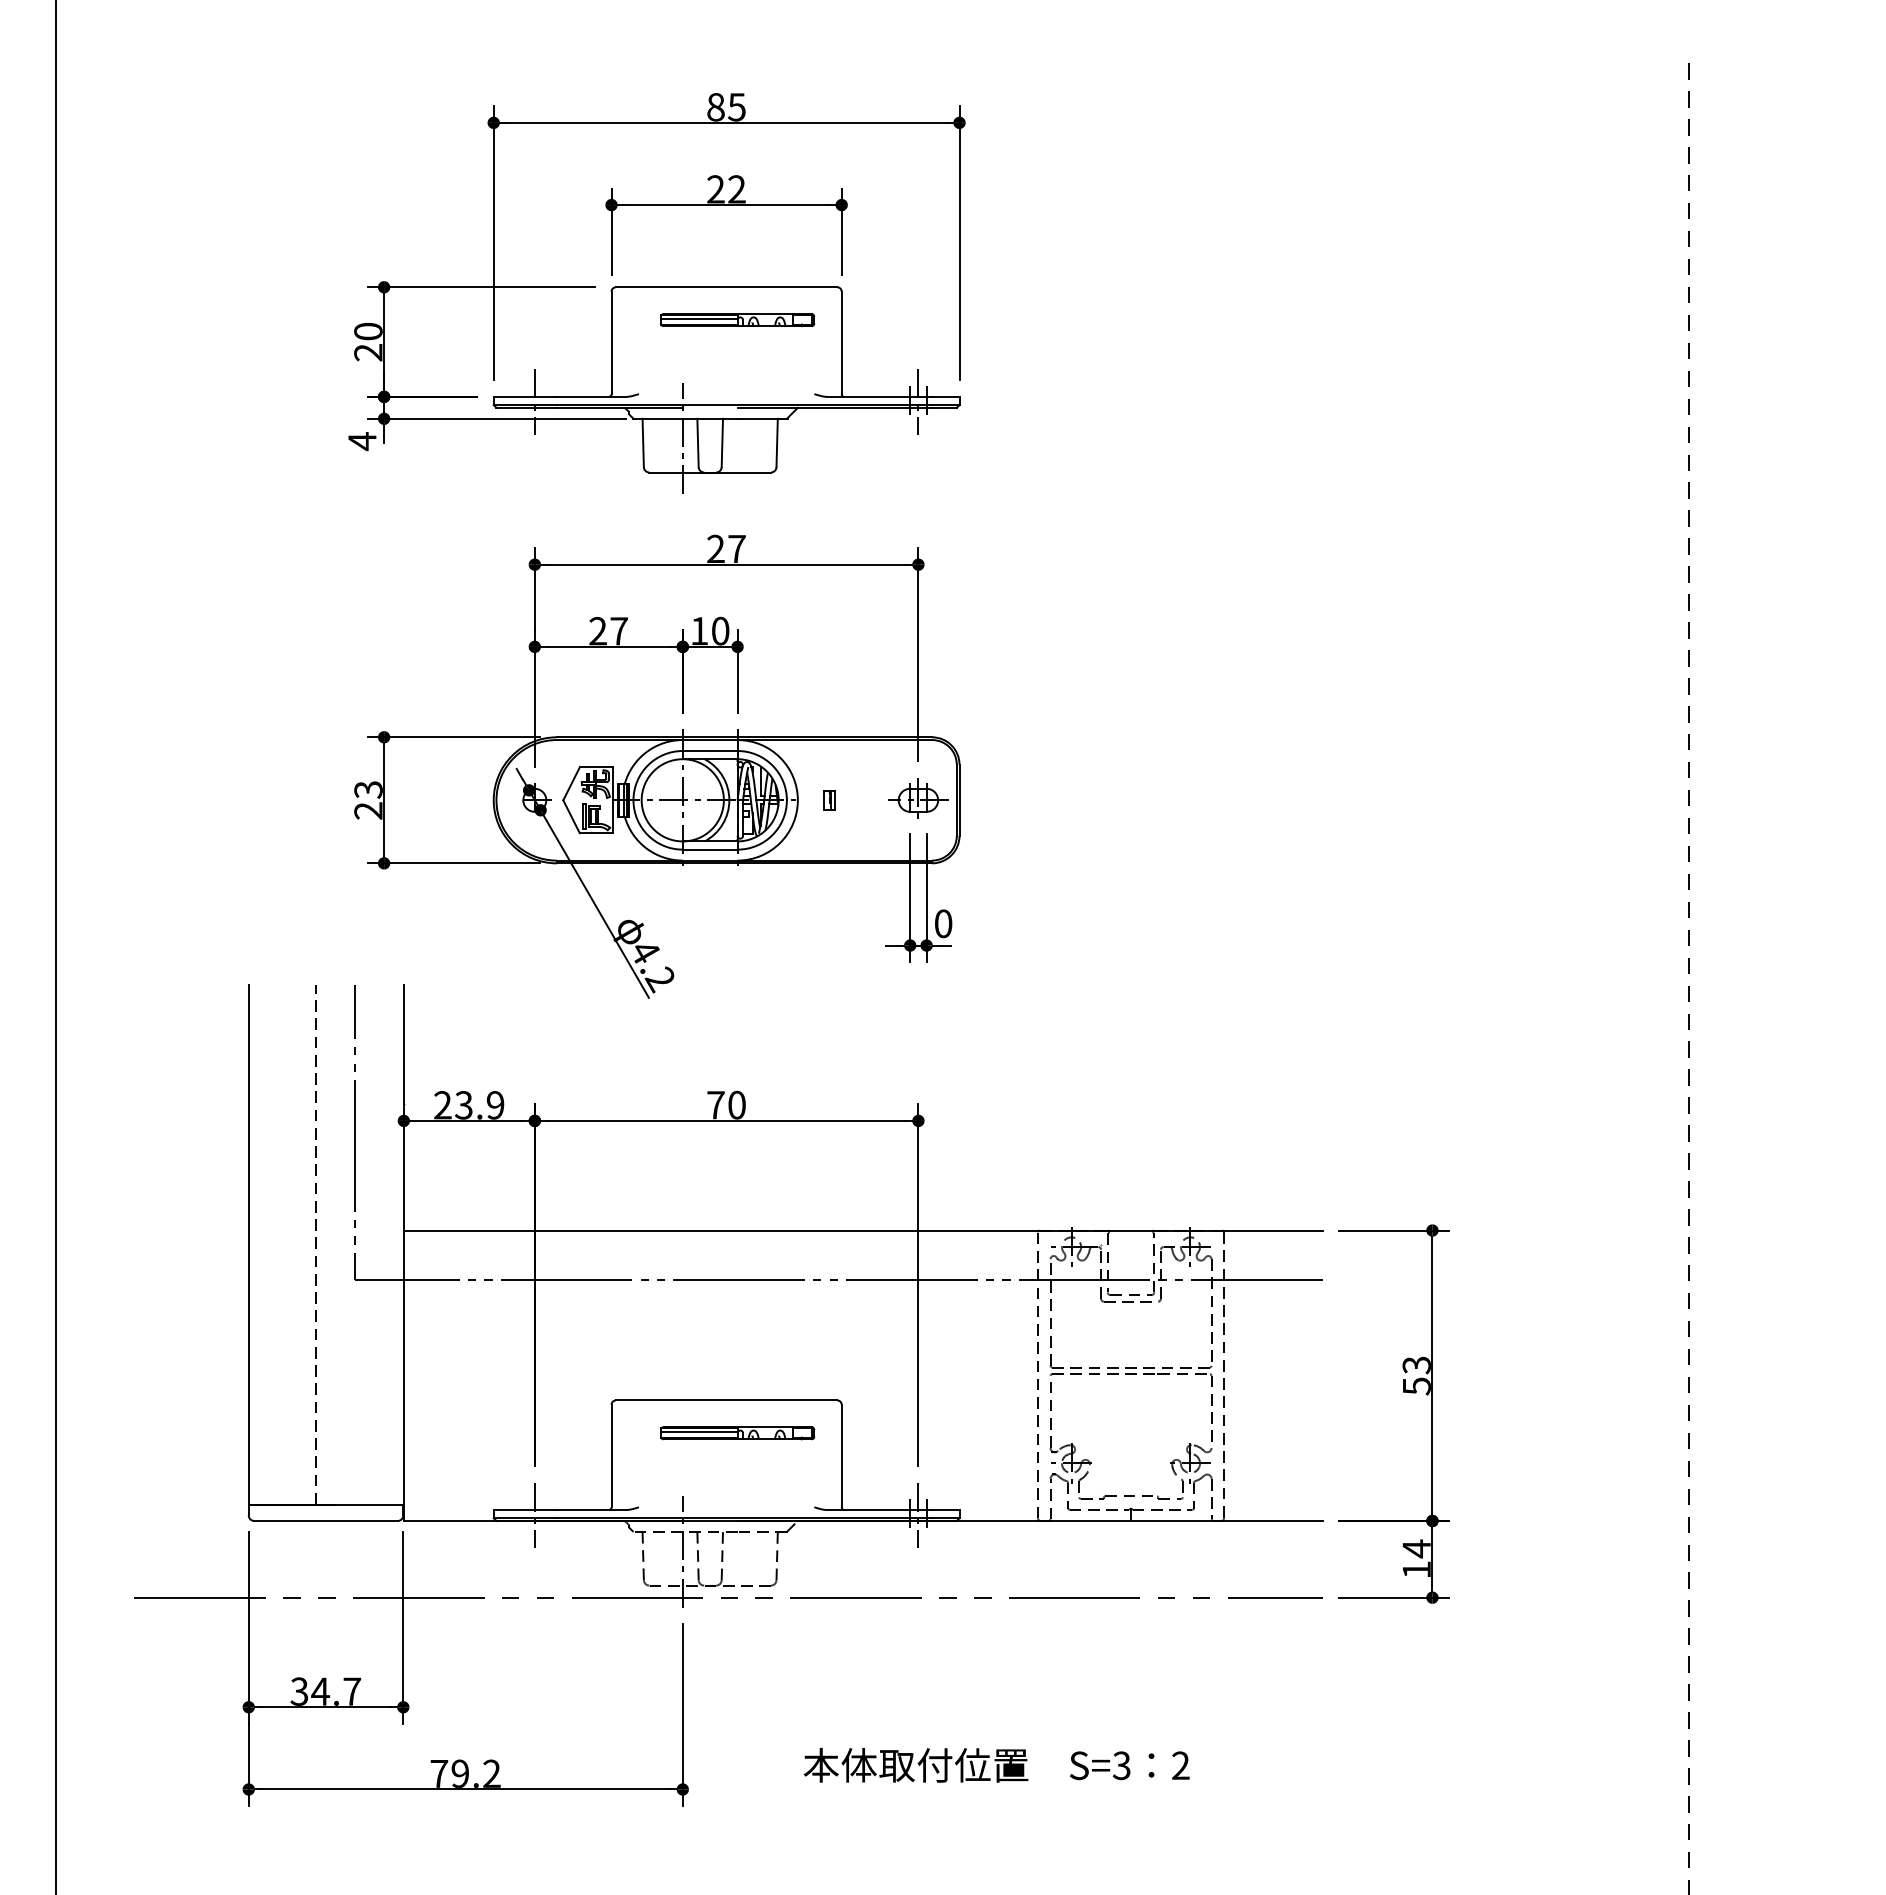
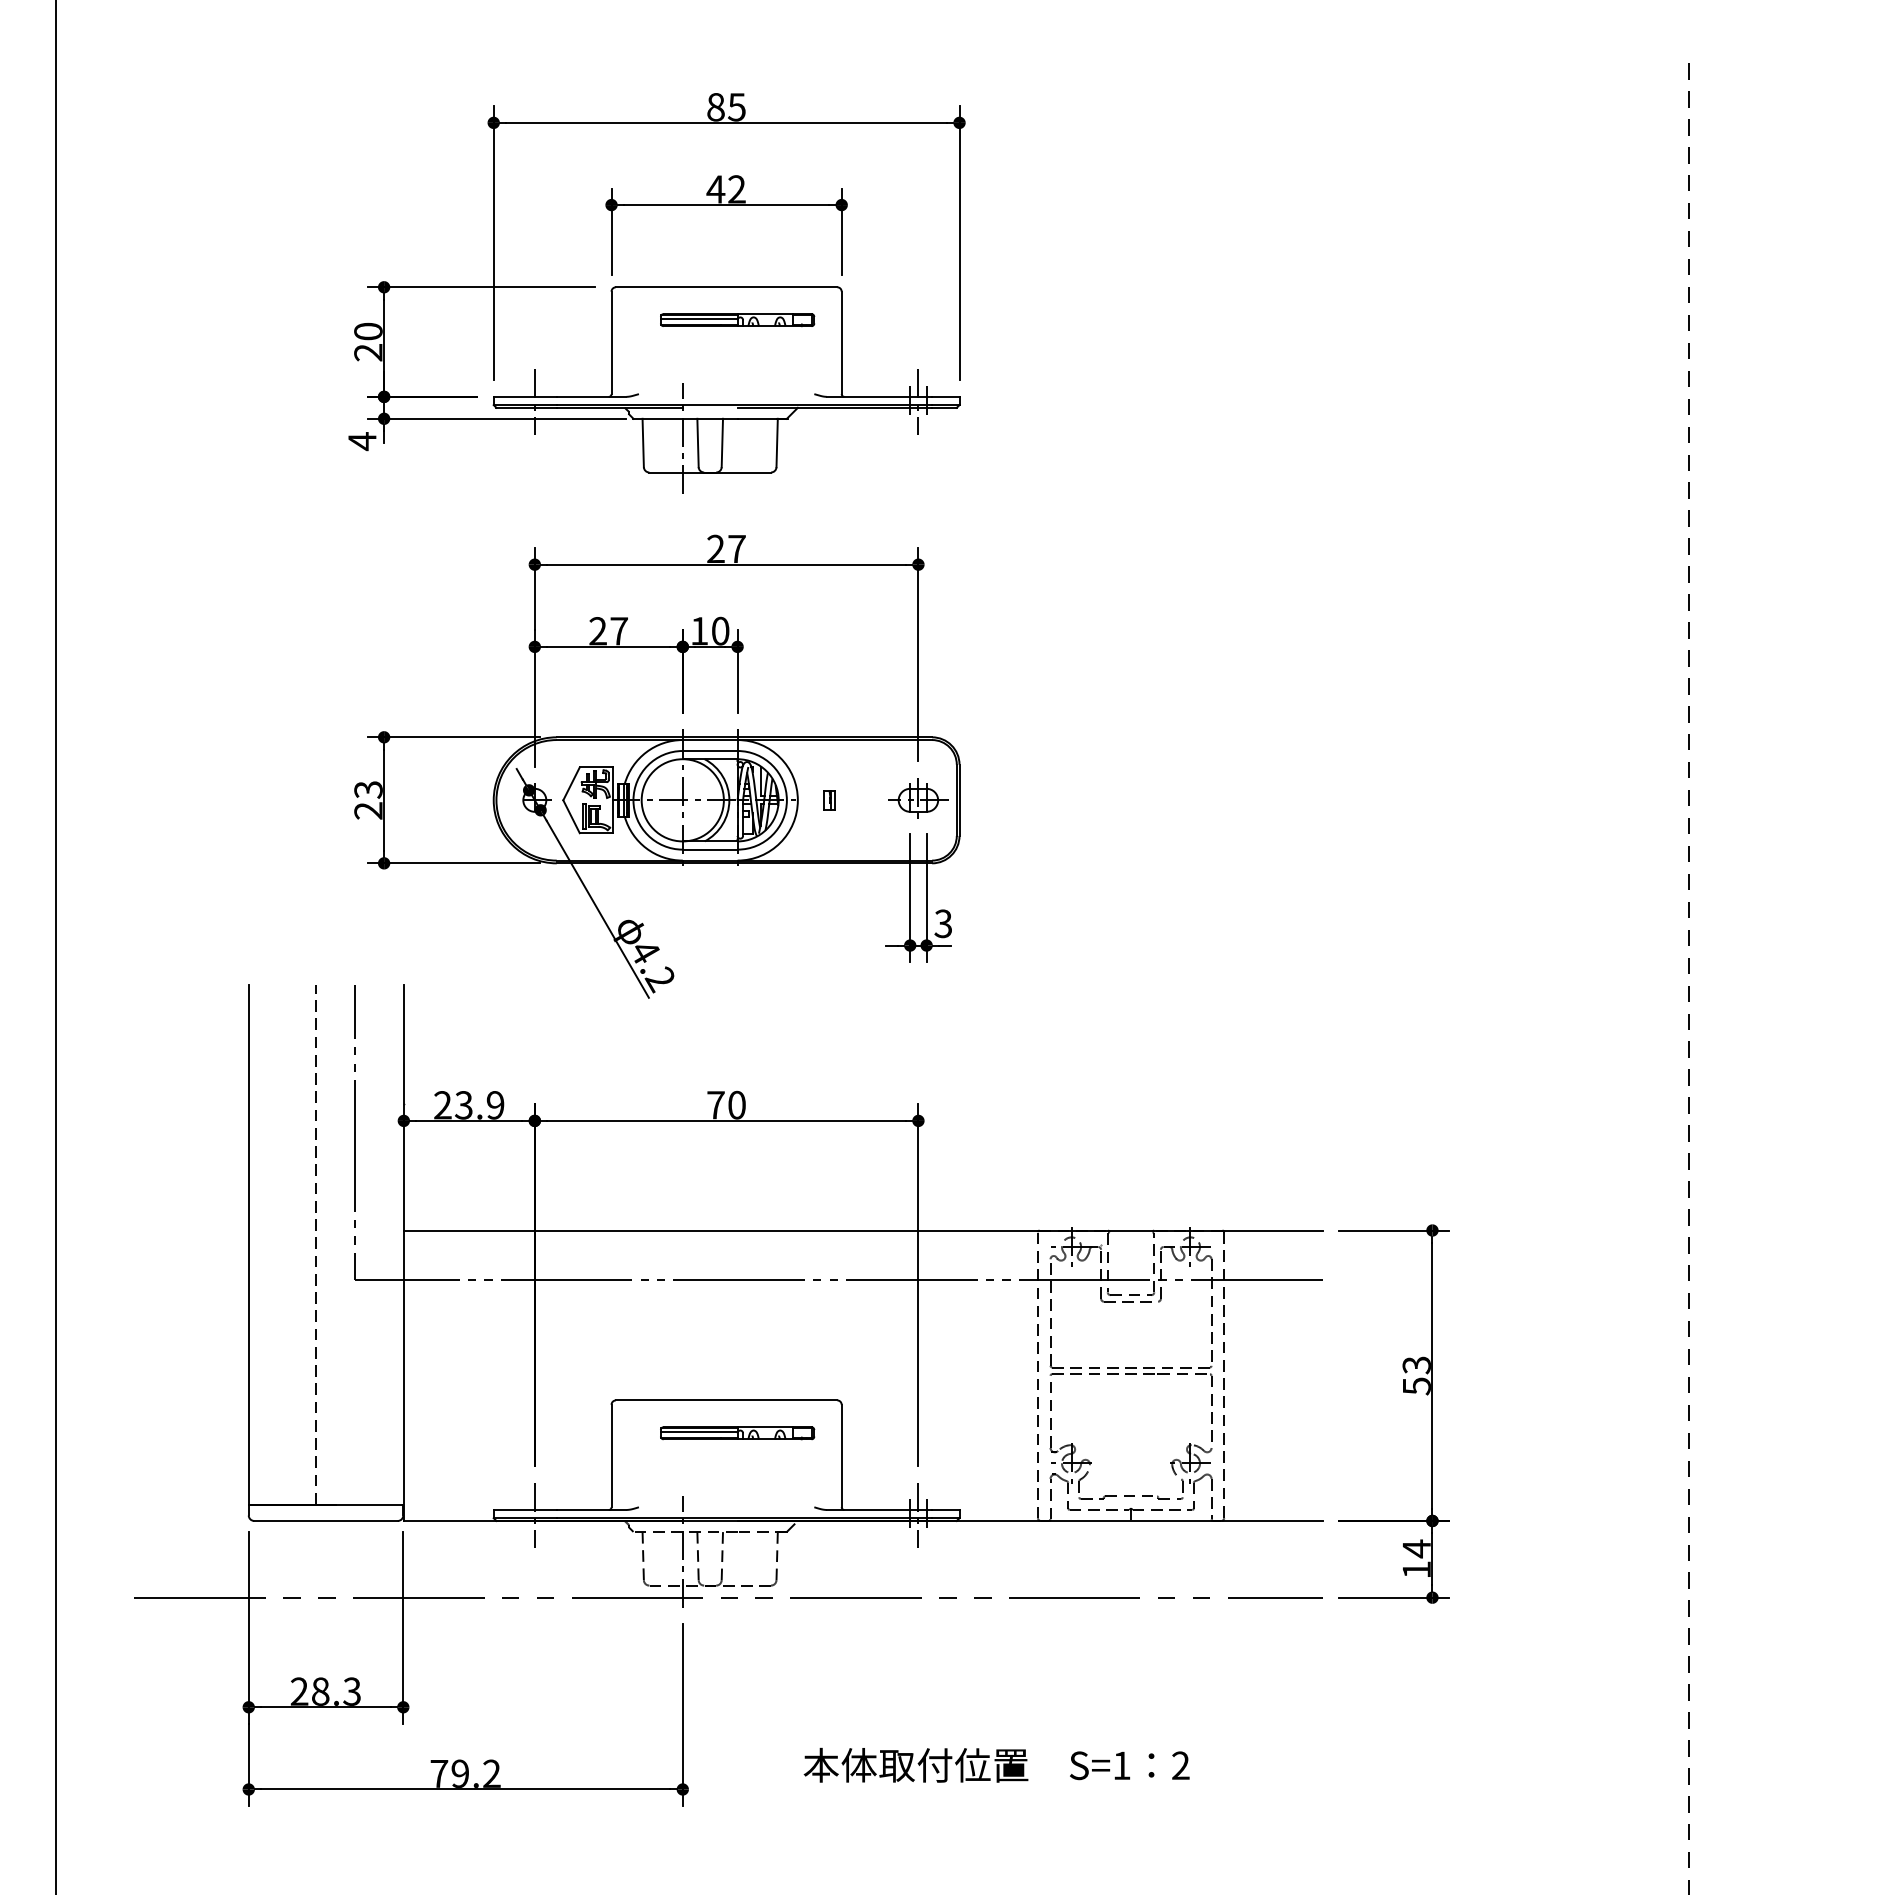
text at (715, 189): 22 -> 42
text at (943, 923): 0 -> 3
text at (325, 1691): 34.7 -> 28.3
text at (1121, 1765): S=3 -> S=1
